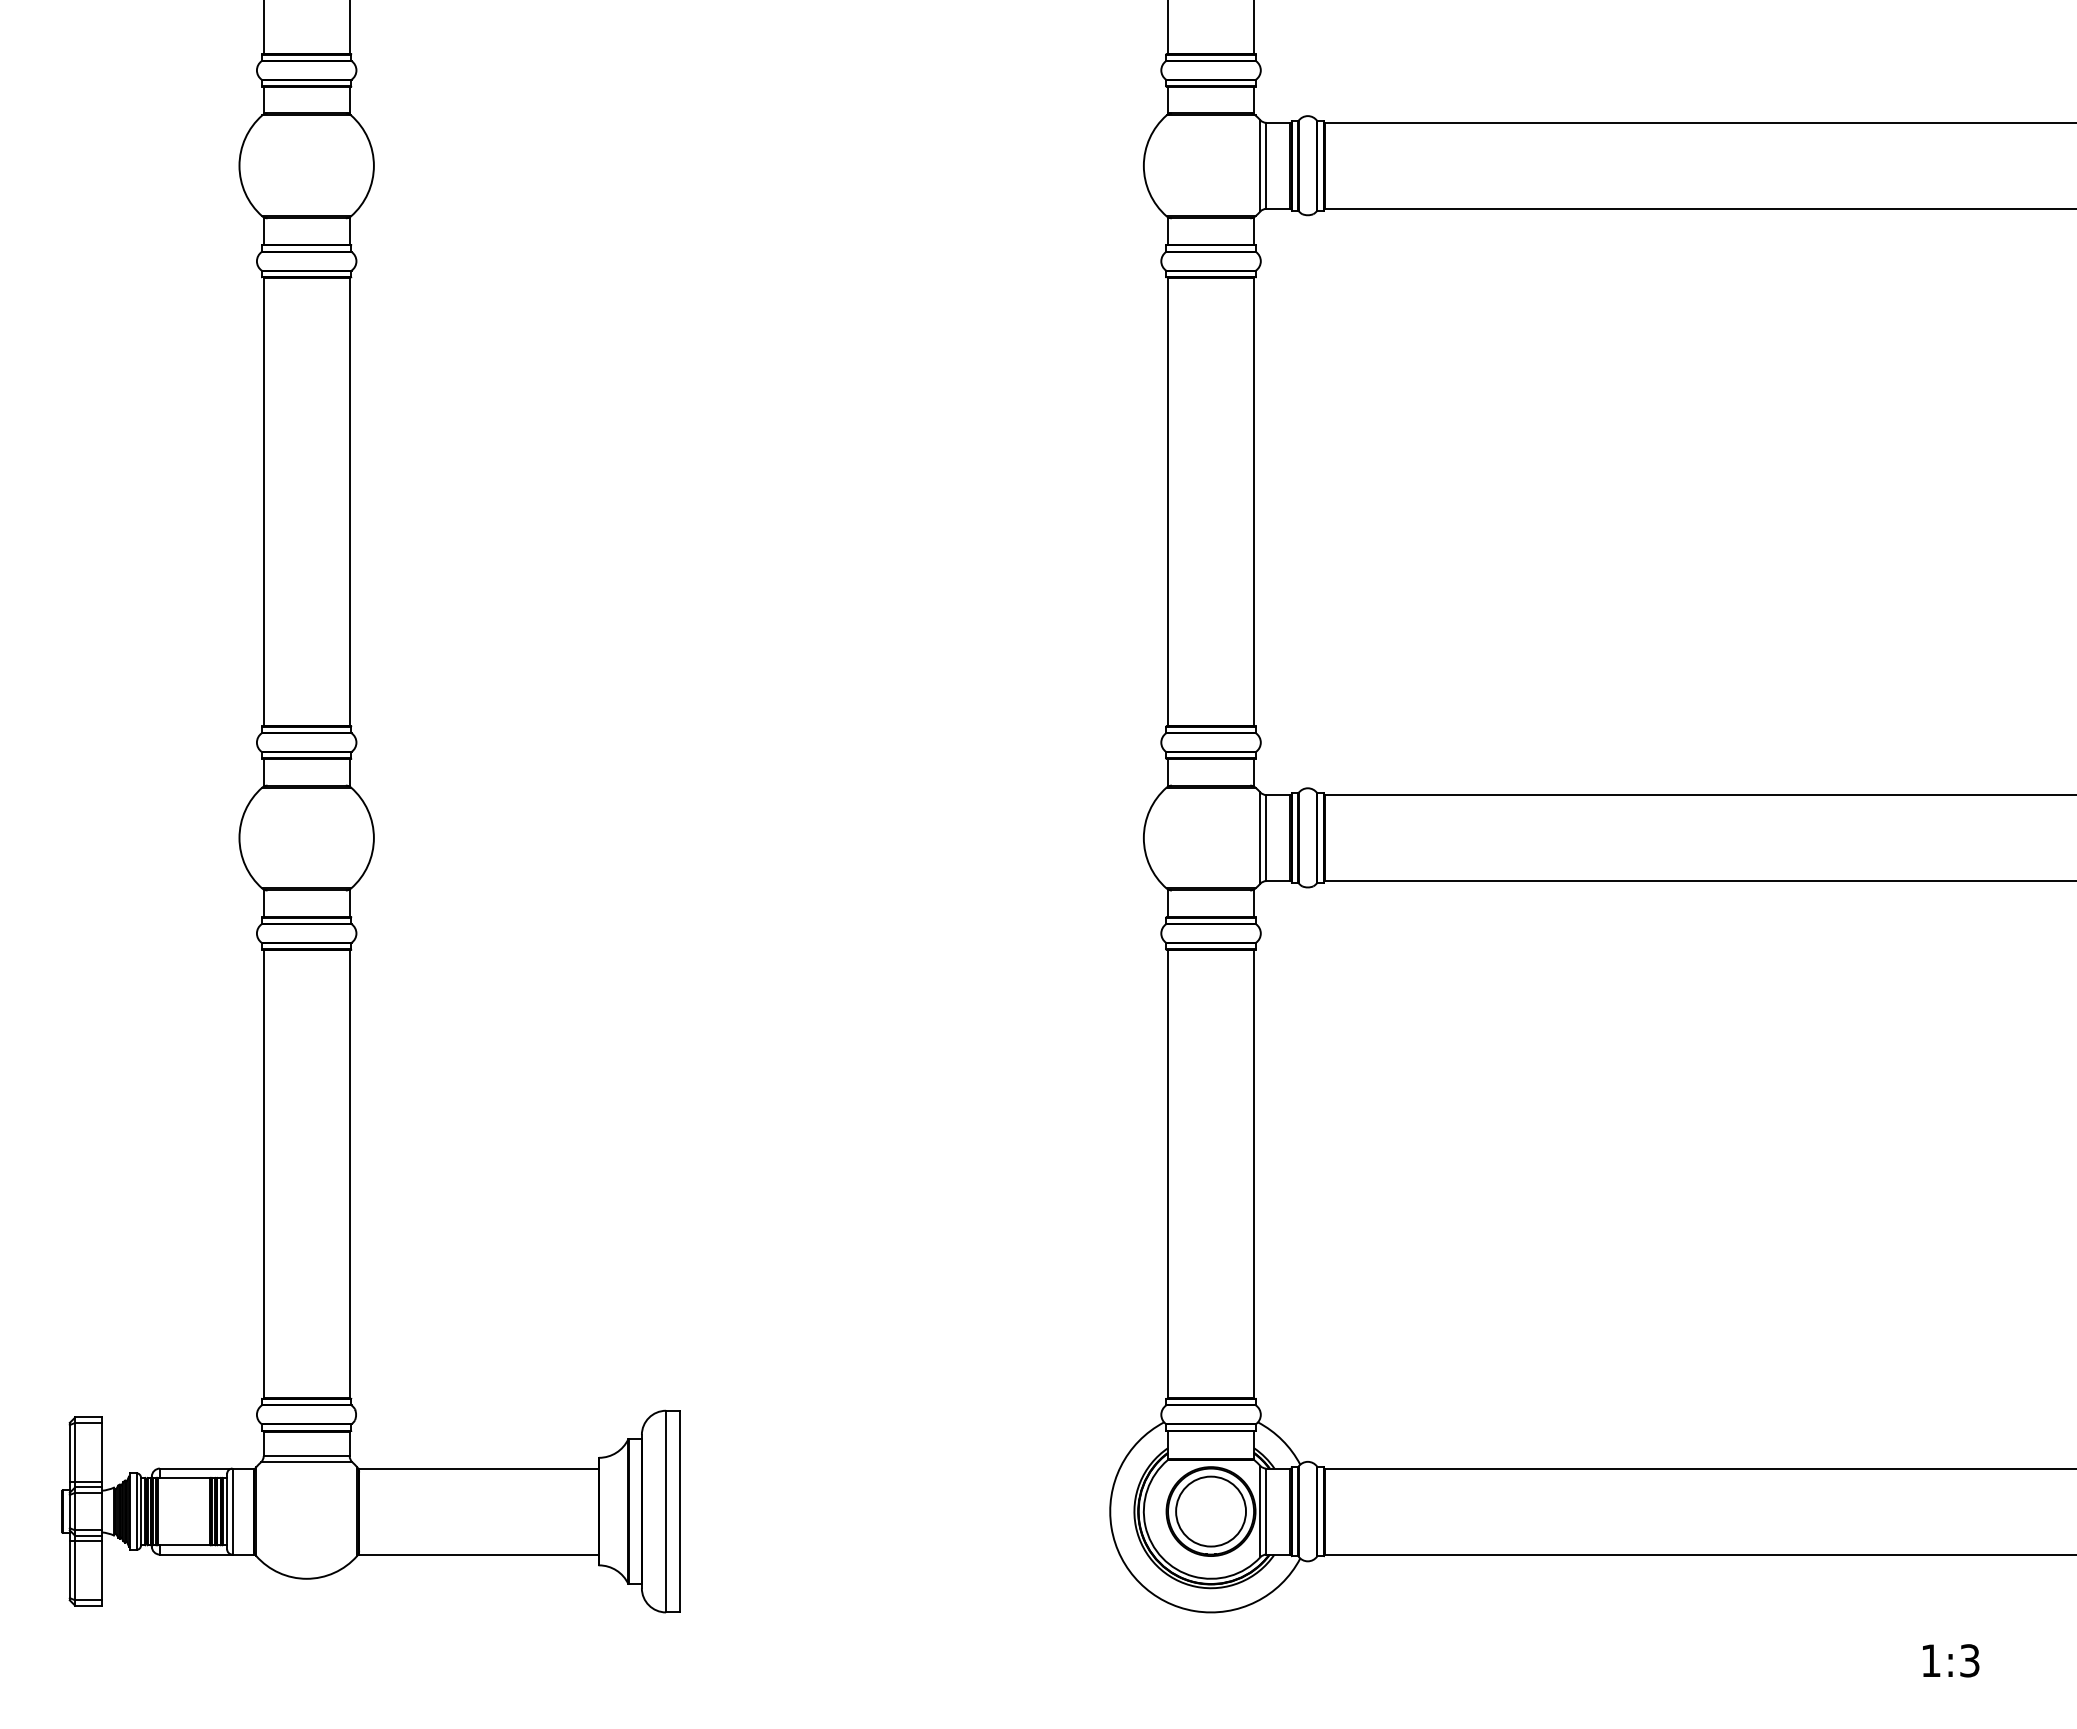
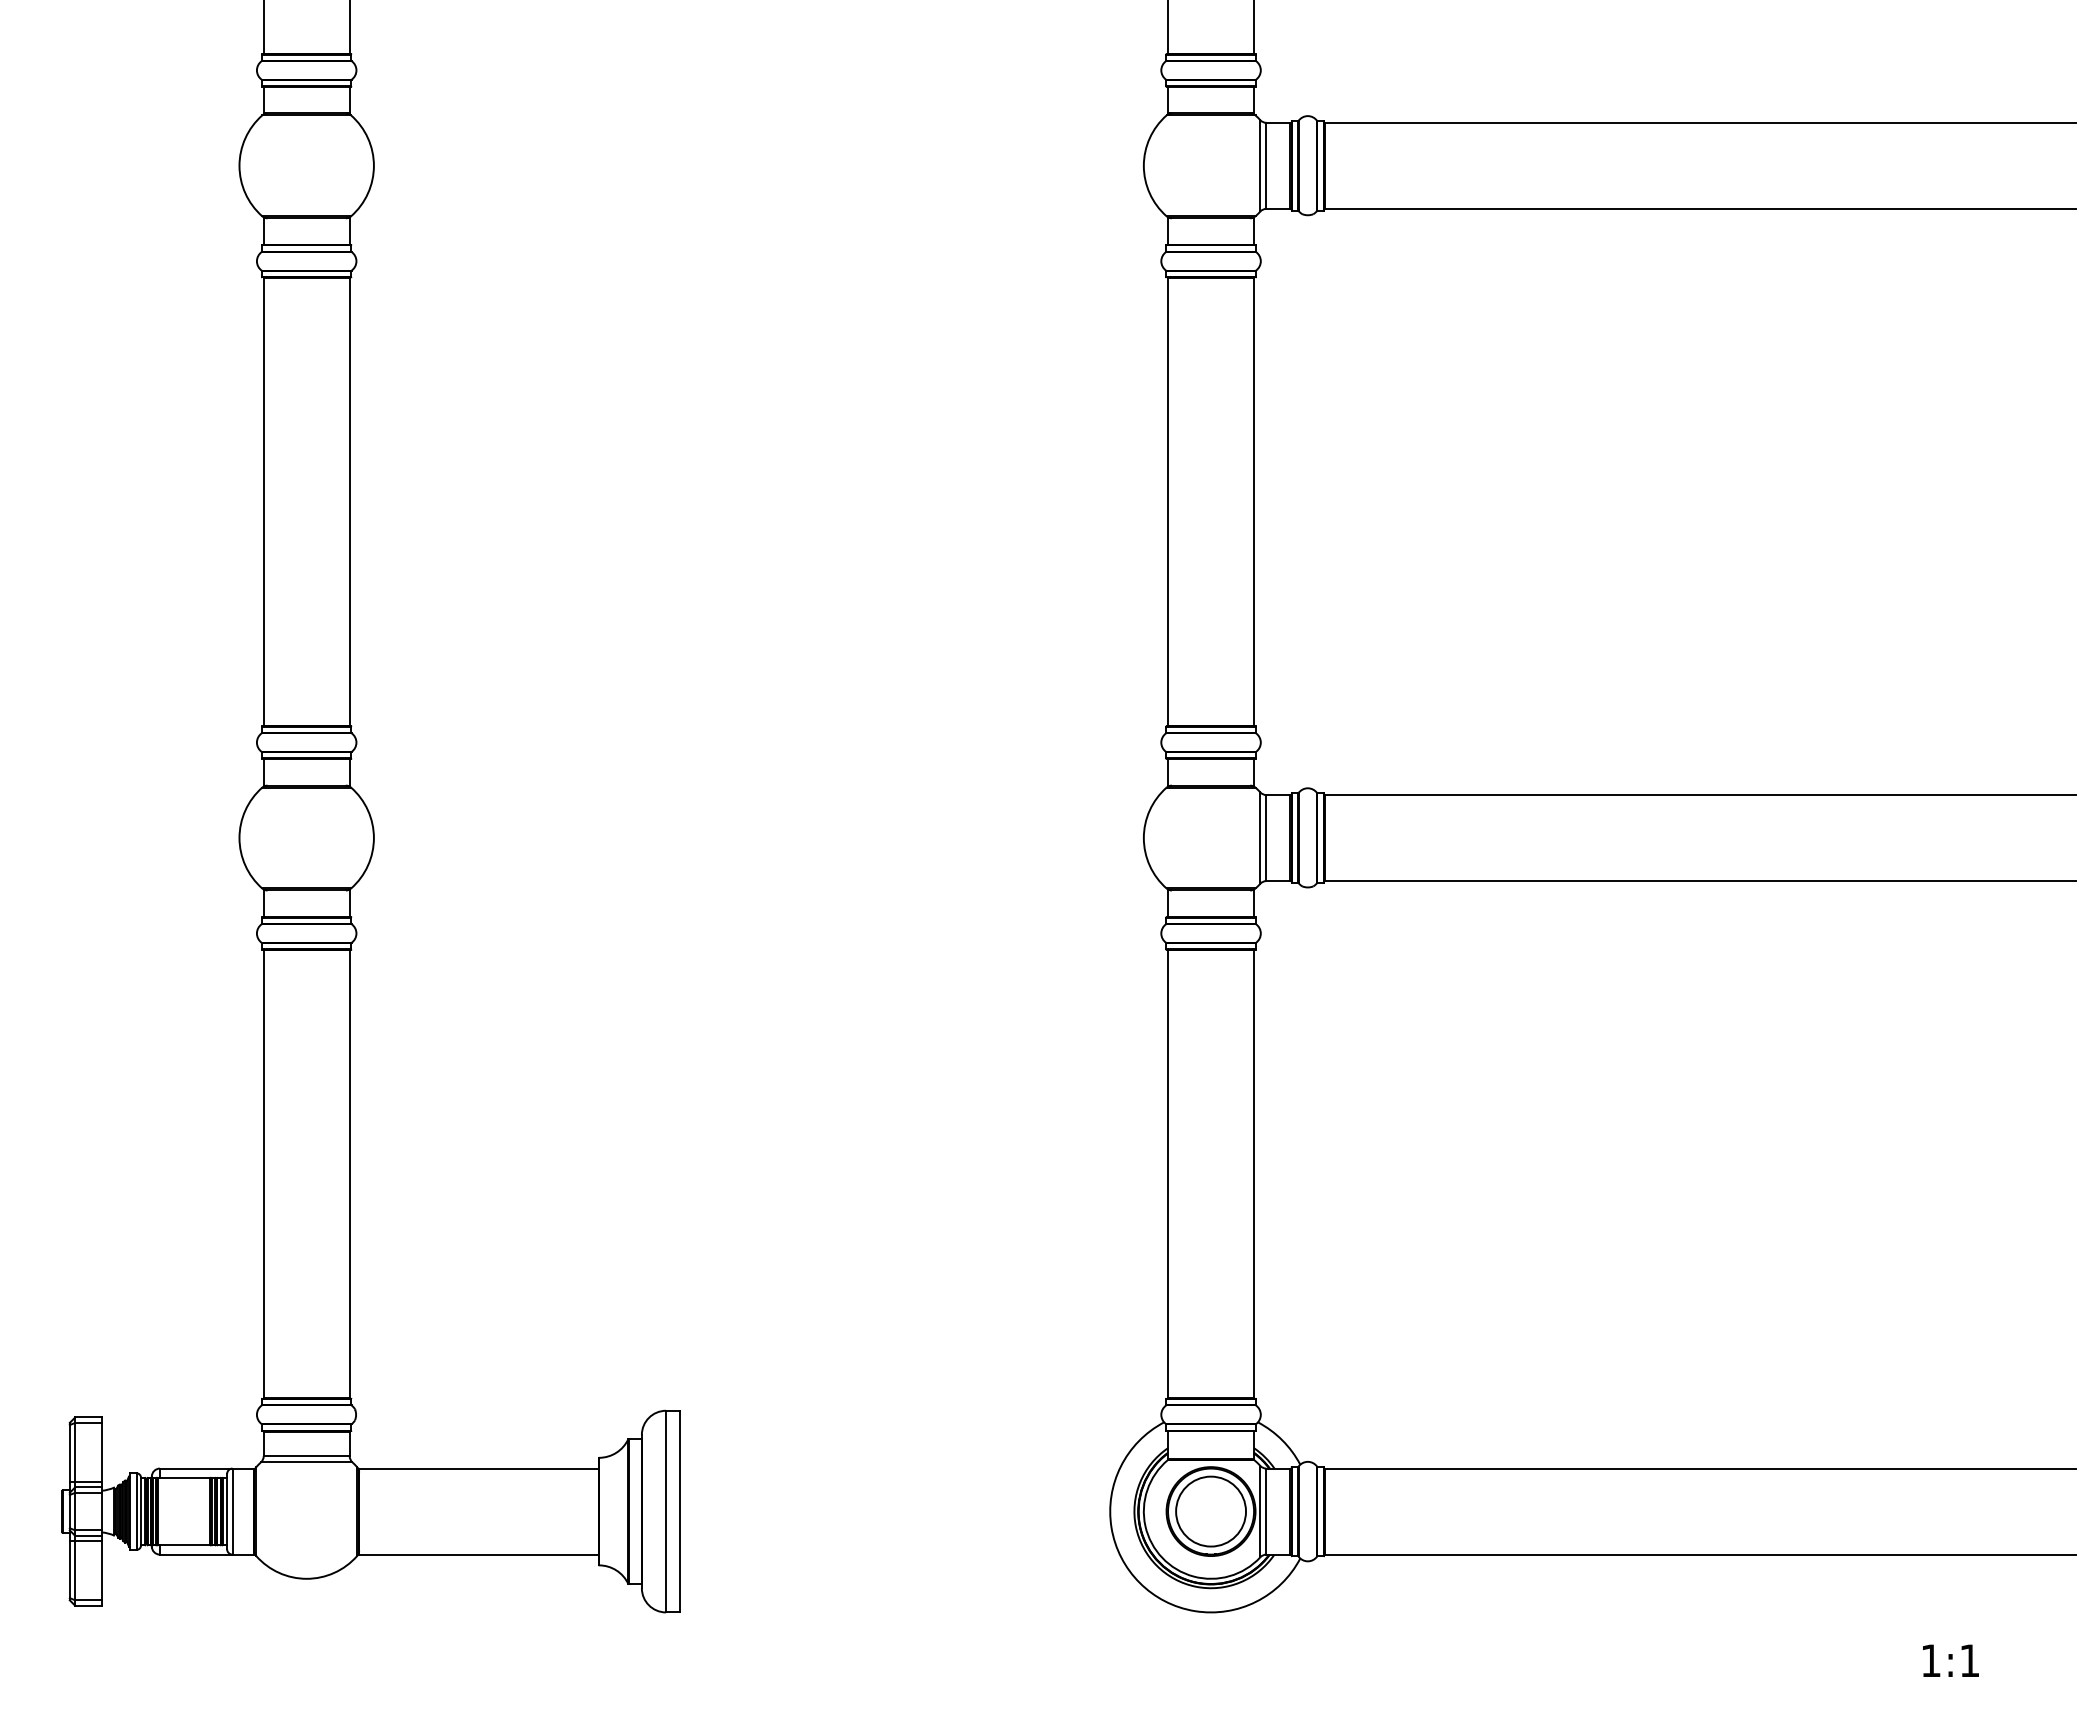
text at (1969, 1660): 1:3 -> 1:1
